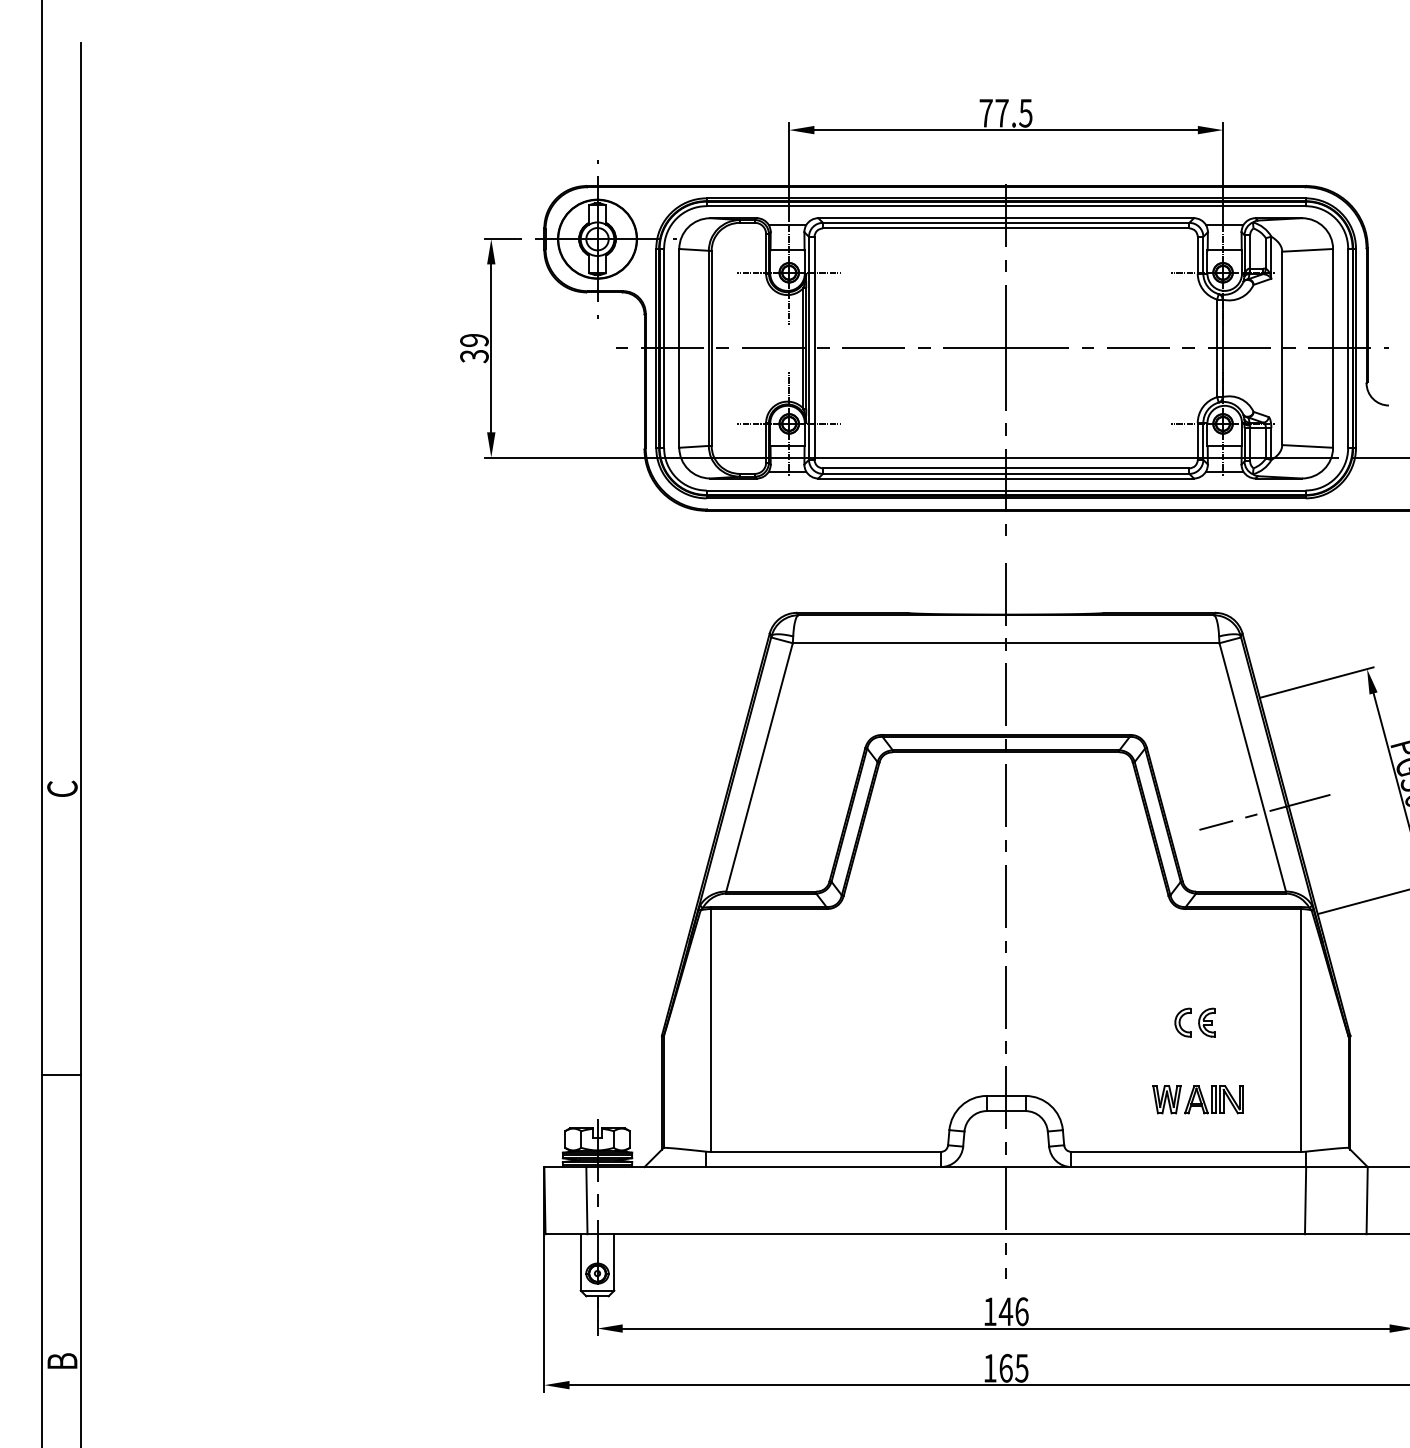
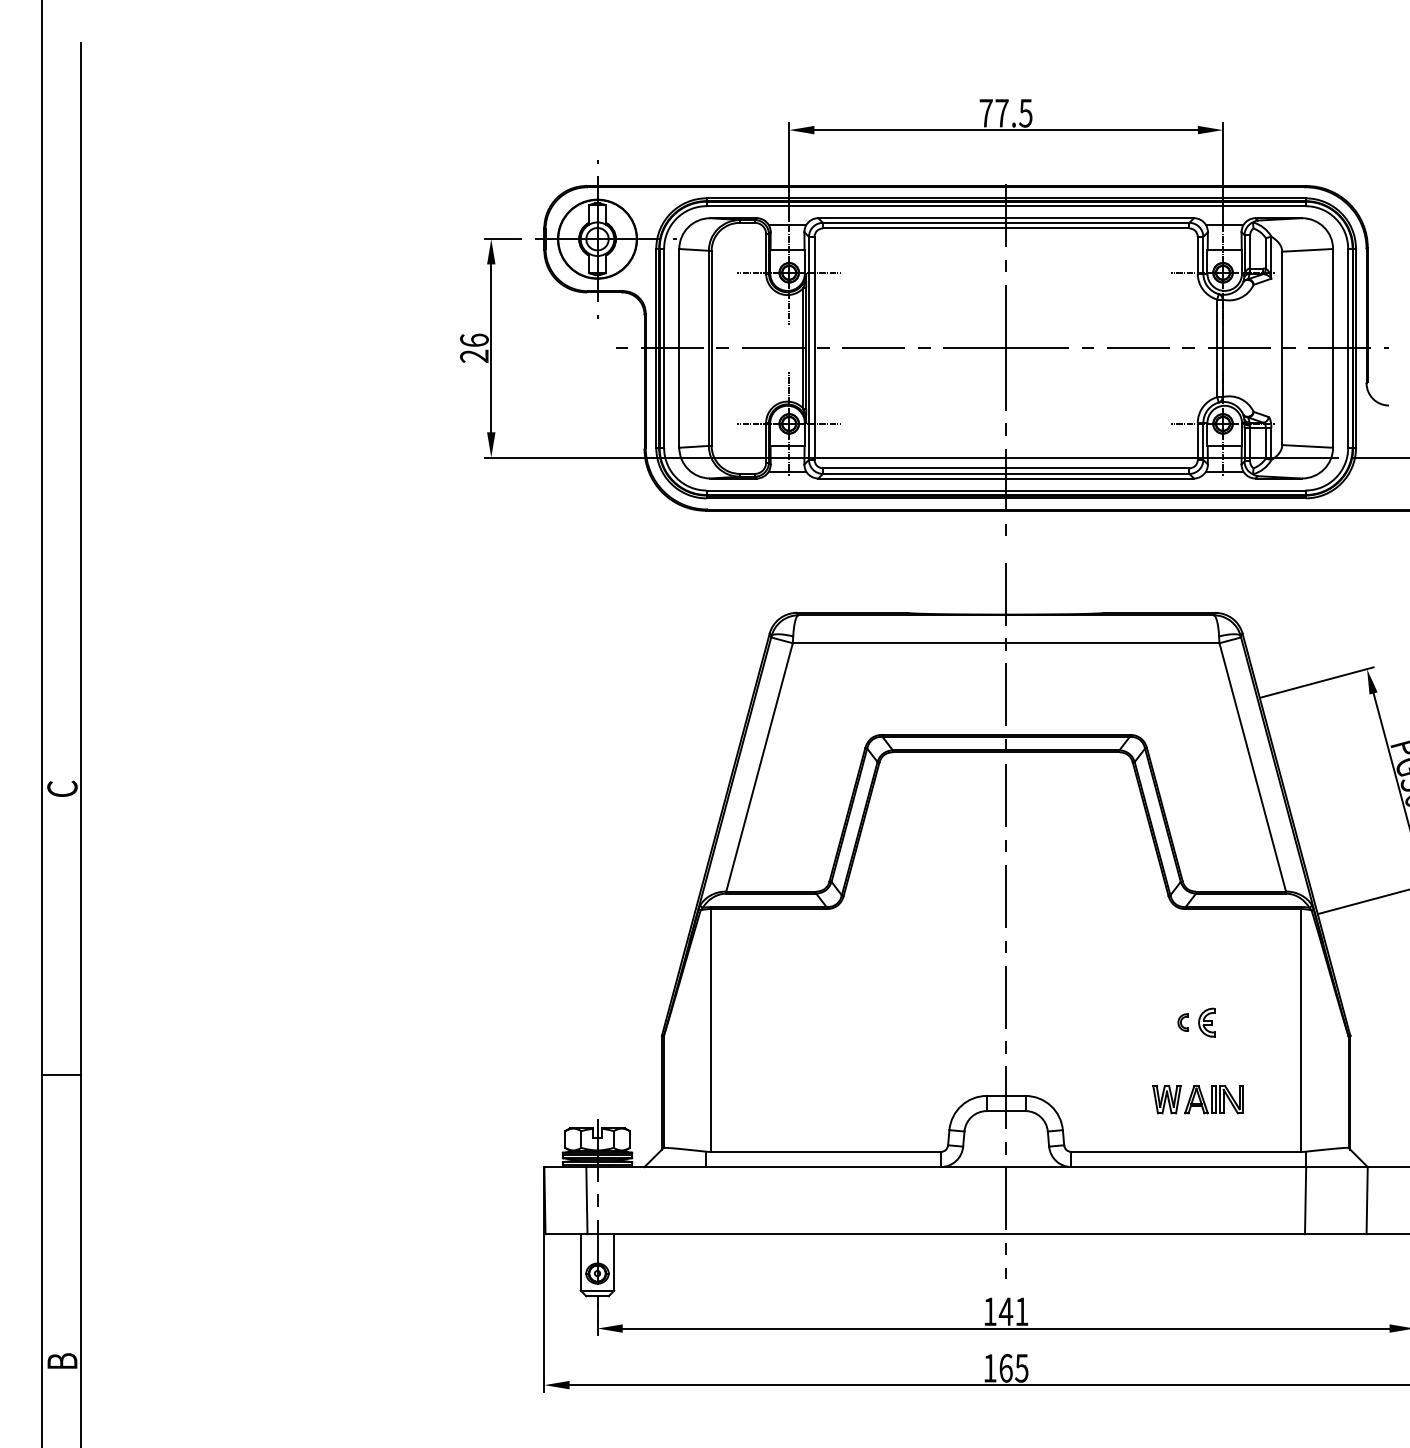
text at (474, 348): 39 -> 26
line at (1264, 811): present -> none
part at (1182, 1022) size: 18x31 px -> 12x19 px
text at (1021, 1311): 146 -> 141
